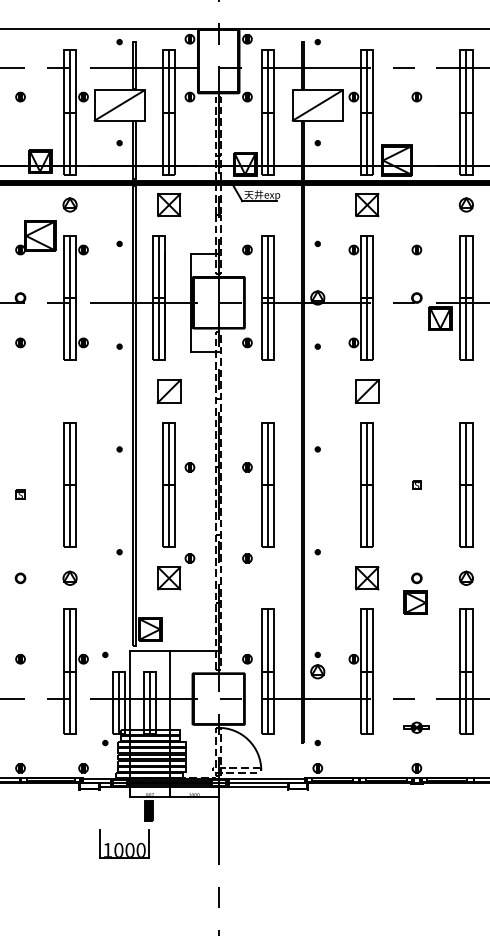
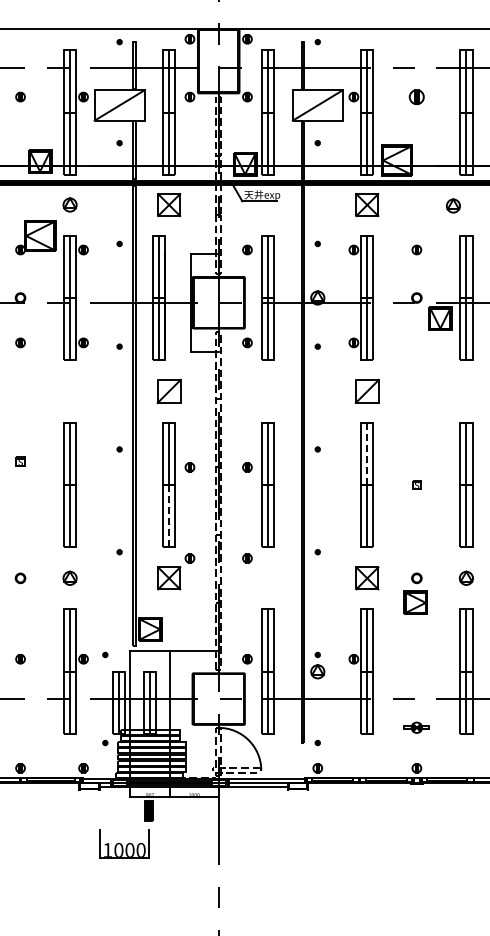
part at (416, 96) size: 12x12 px -> 17x17 px
part at (466, 204) position: (466, 204) -> (453, 205)
line at (367, 454): solid -> dashed
part at (20, 494) position: (20, 494) -> (20, 461)
line at (169, 516): solid -> dashed
